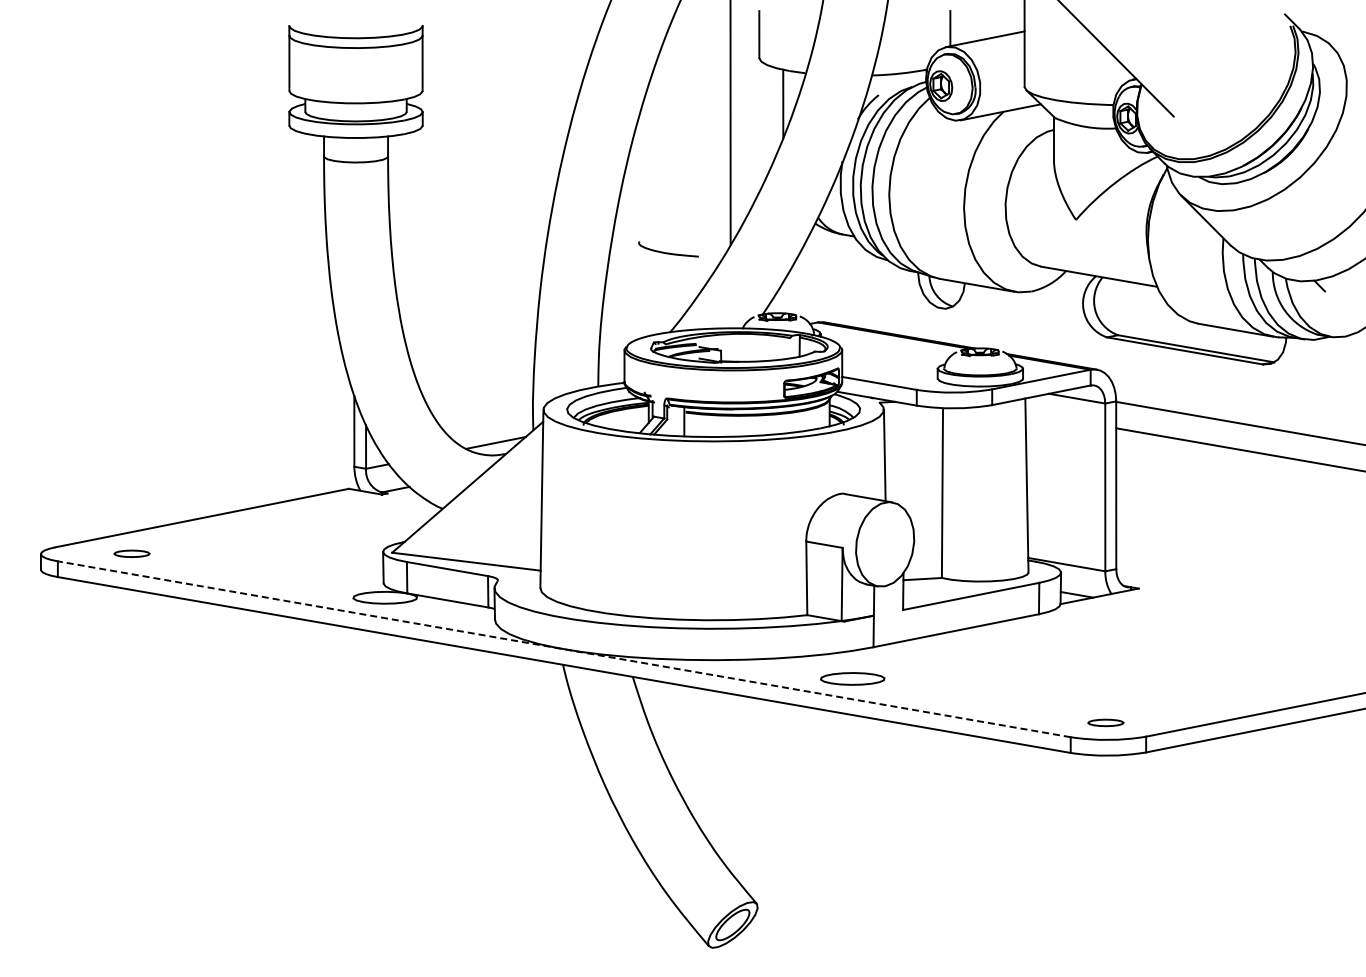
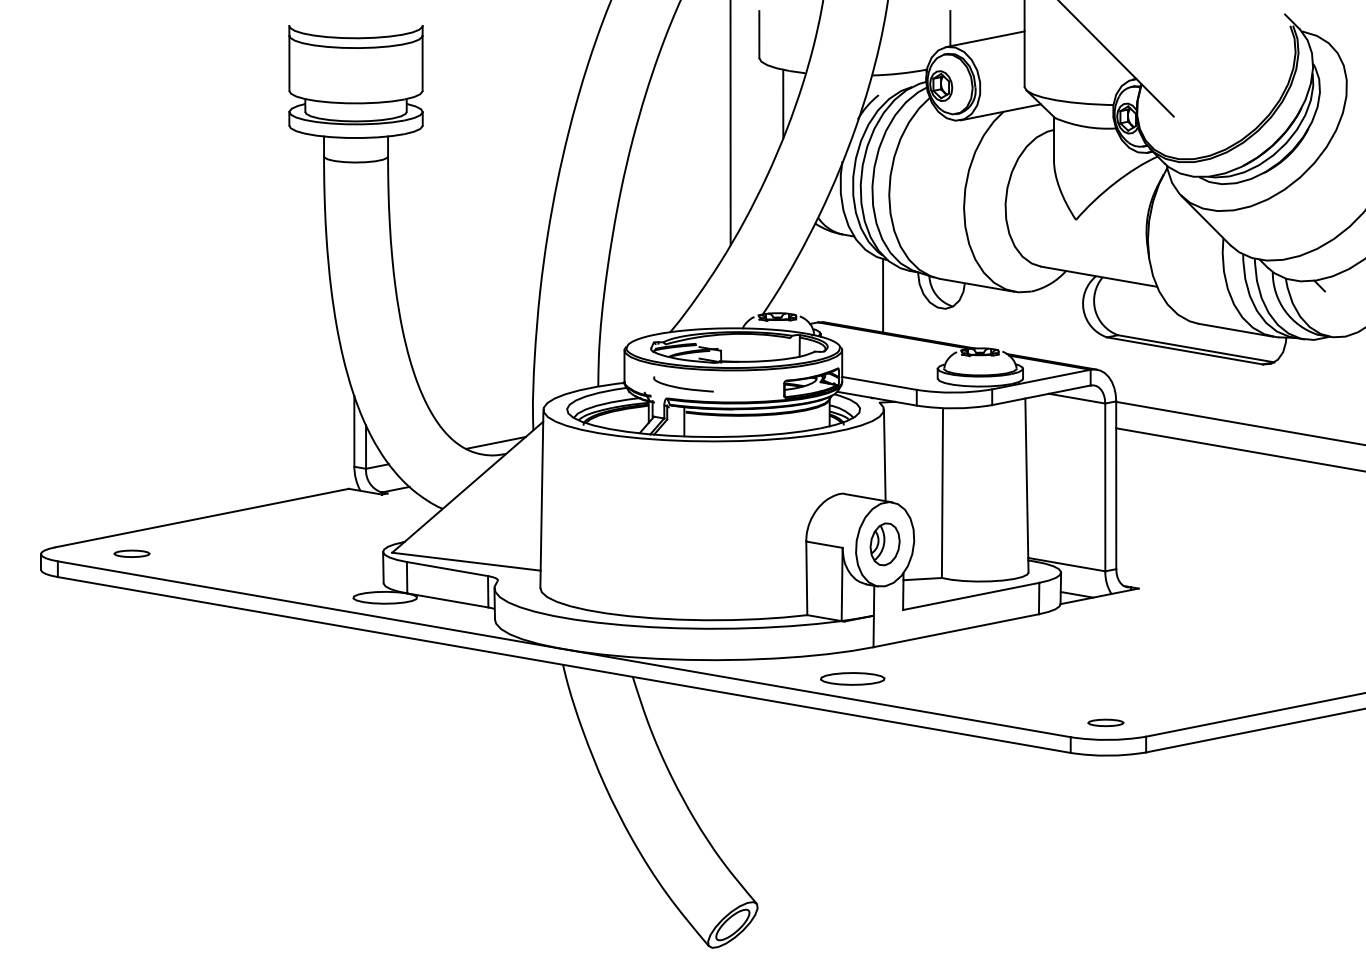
curve at (668, 252) position: (668, 252) -> (683, 387)
line at (883, 295): none -> present
part at (884, 544): none -> present
line at (564, 649): dashed -> solid
